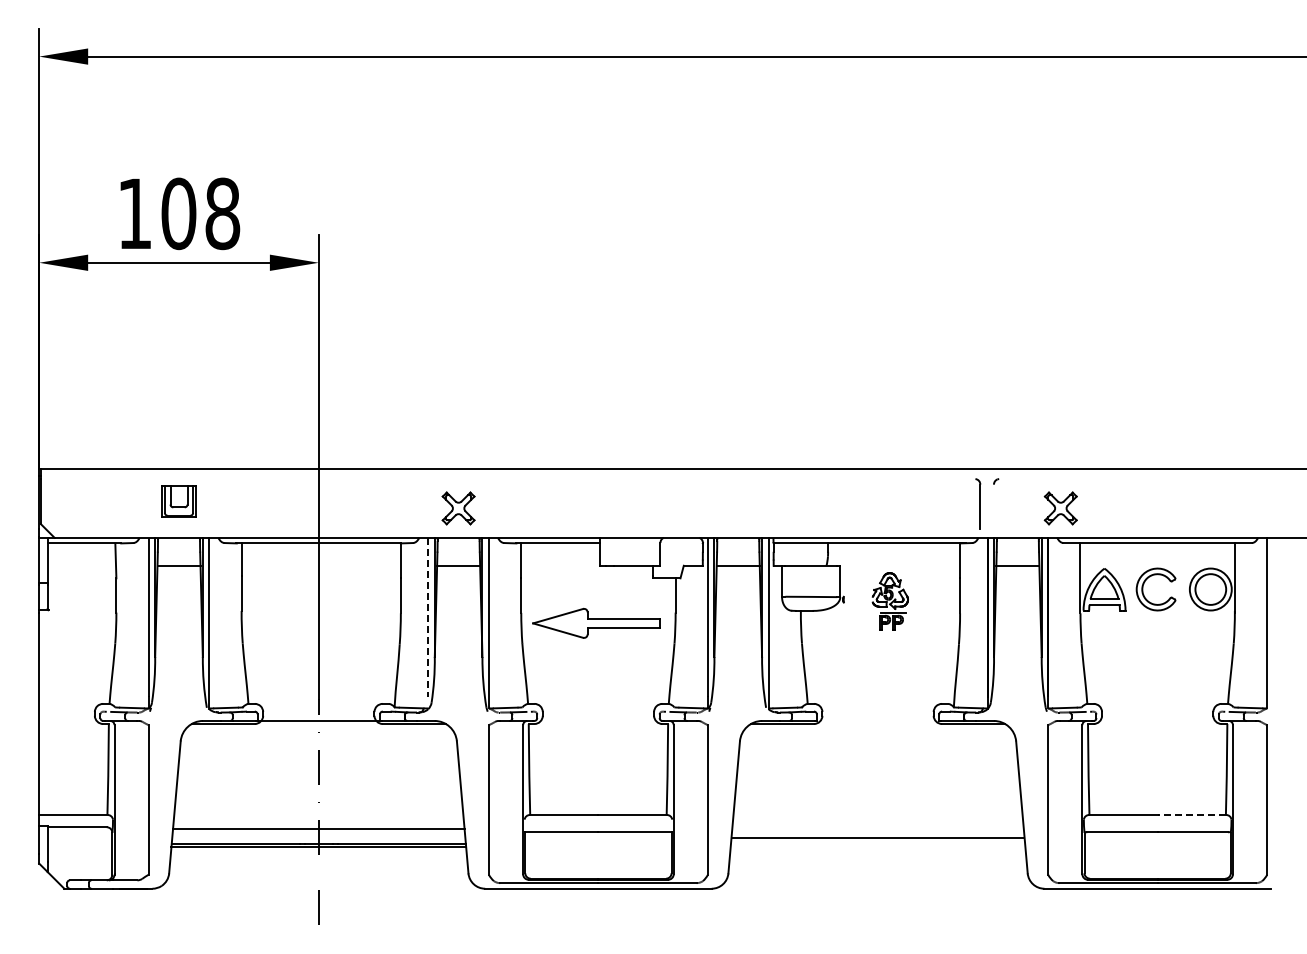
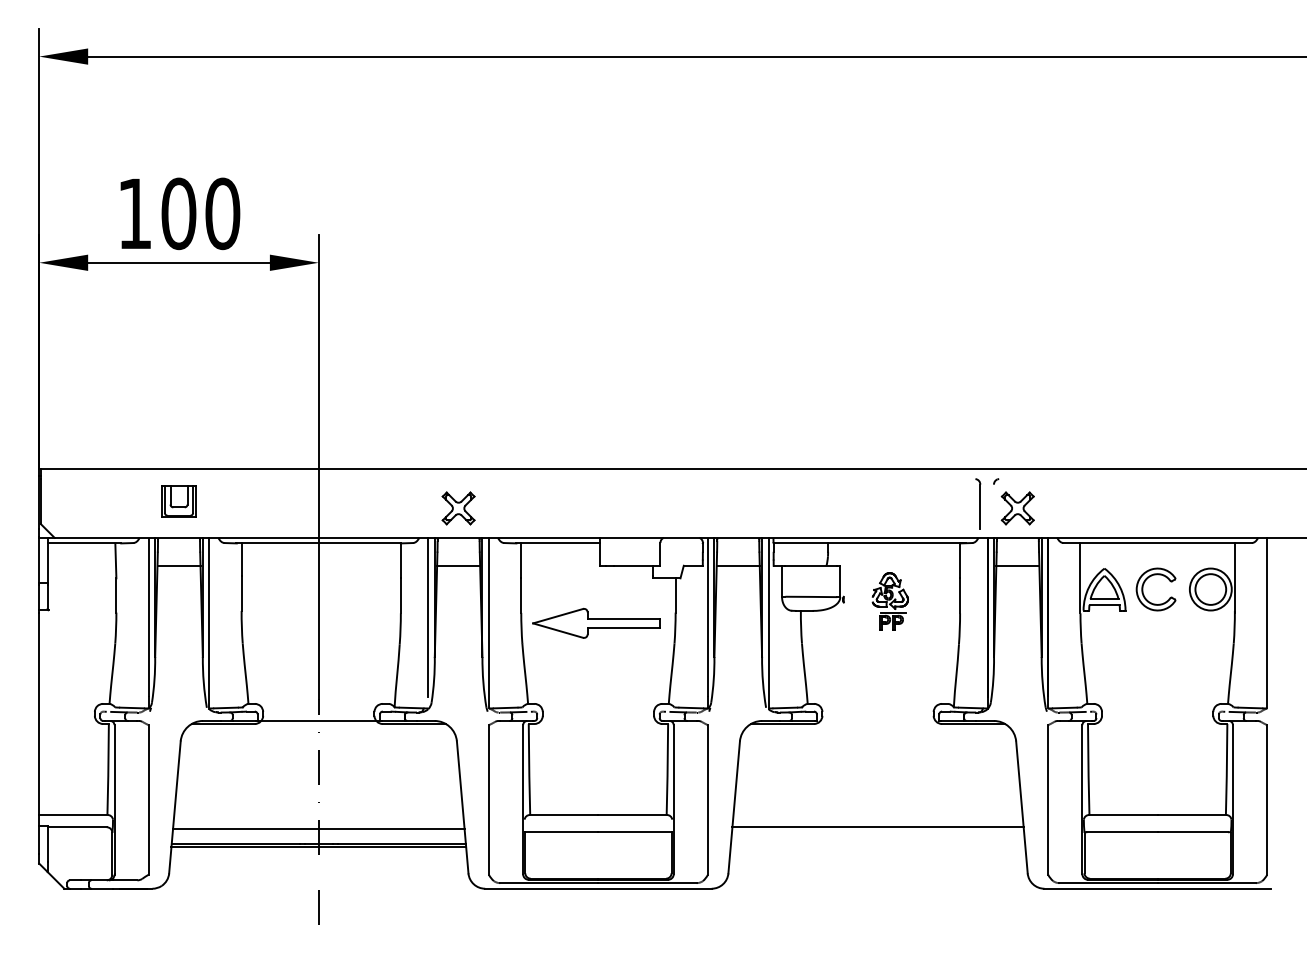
text at (222, 213): 108 -> 100
part at (1060, 508) position: (1060, 508) -> (1017, 508)
line at (428, 617): dashed -> solid
line at (1191, 815): dashed -> solid
line at (877, 838) position: (877, 838) -> (877, 827)
